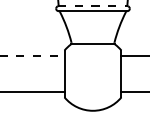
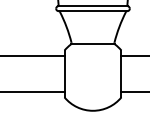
line at (93, 6): dashed -> solid
line at (32, 55): dashed -> solid
